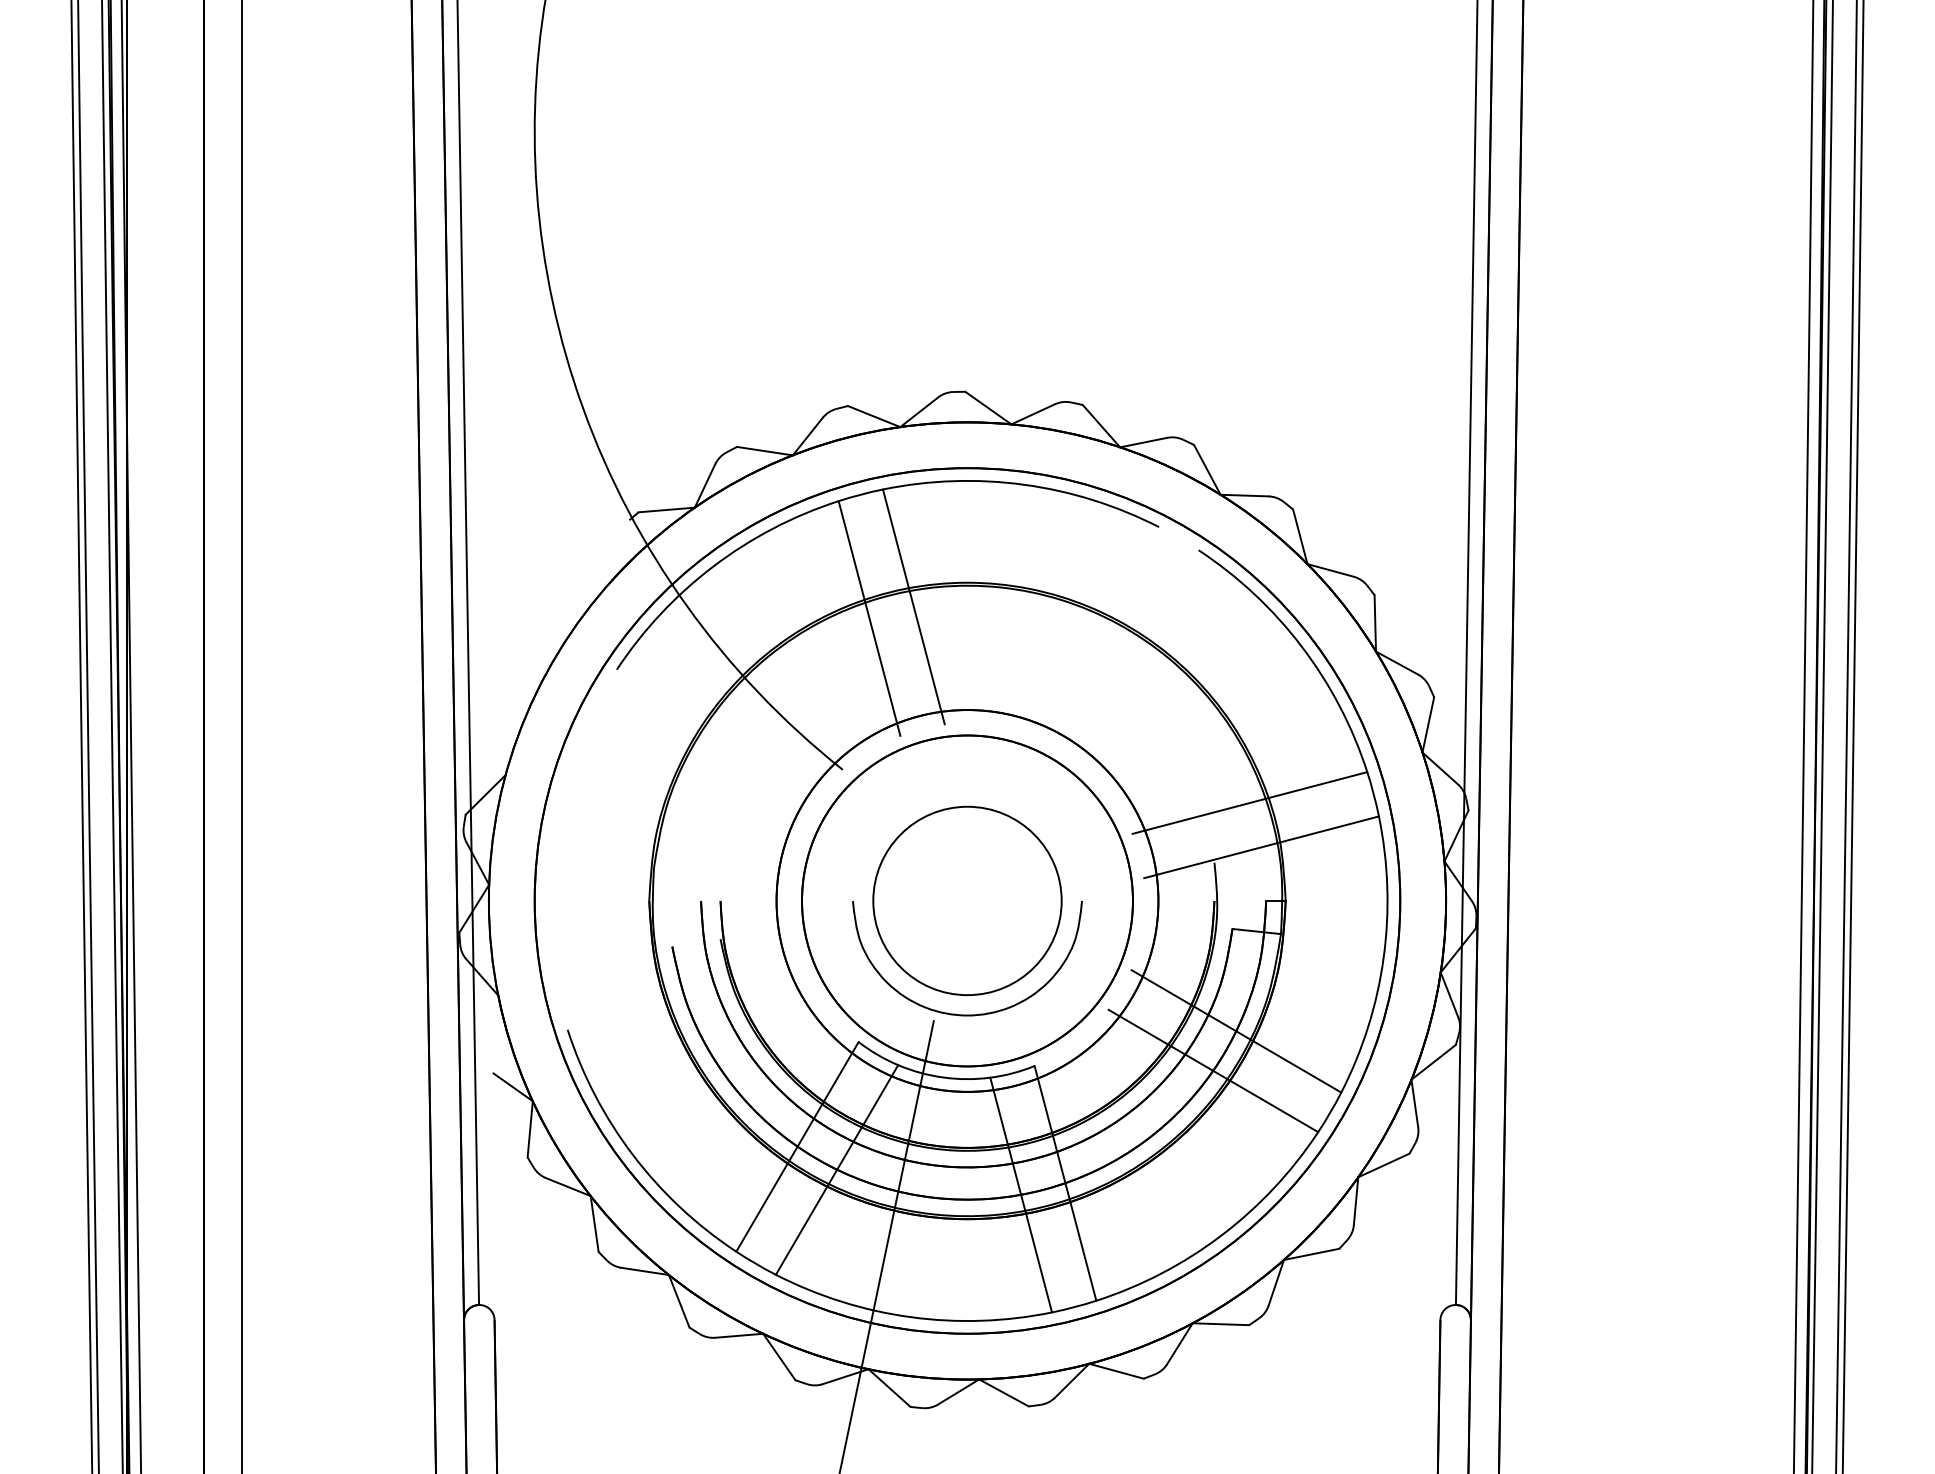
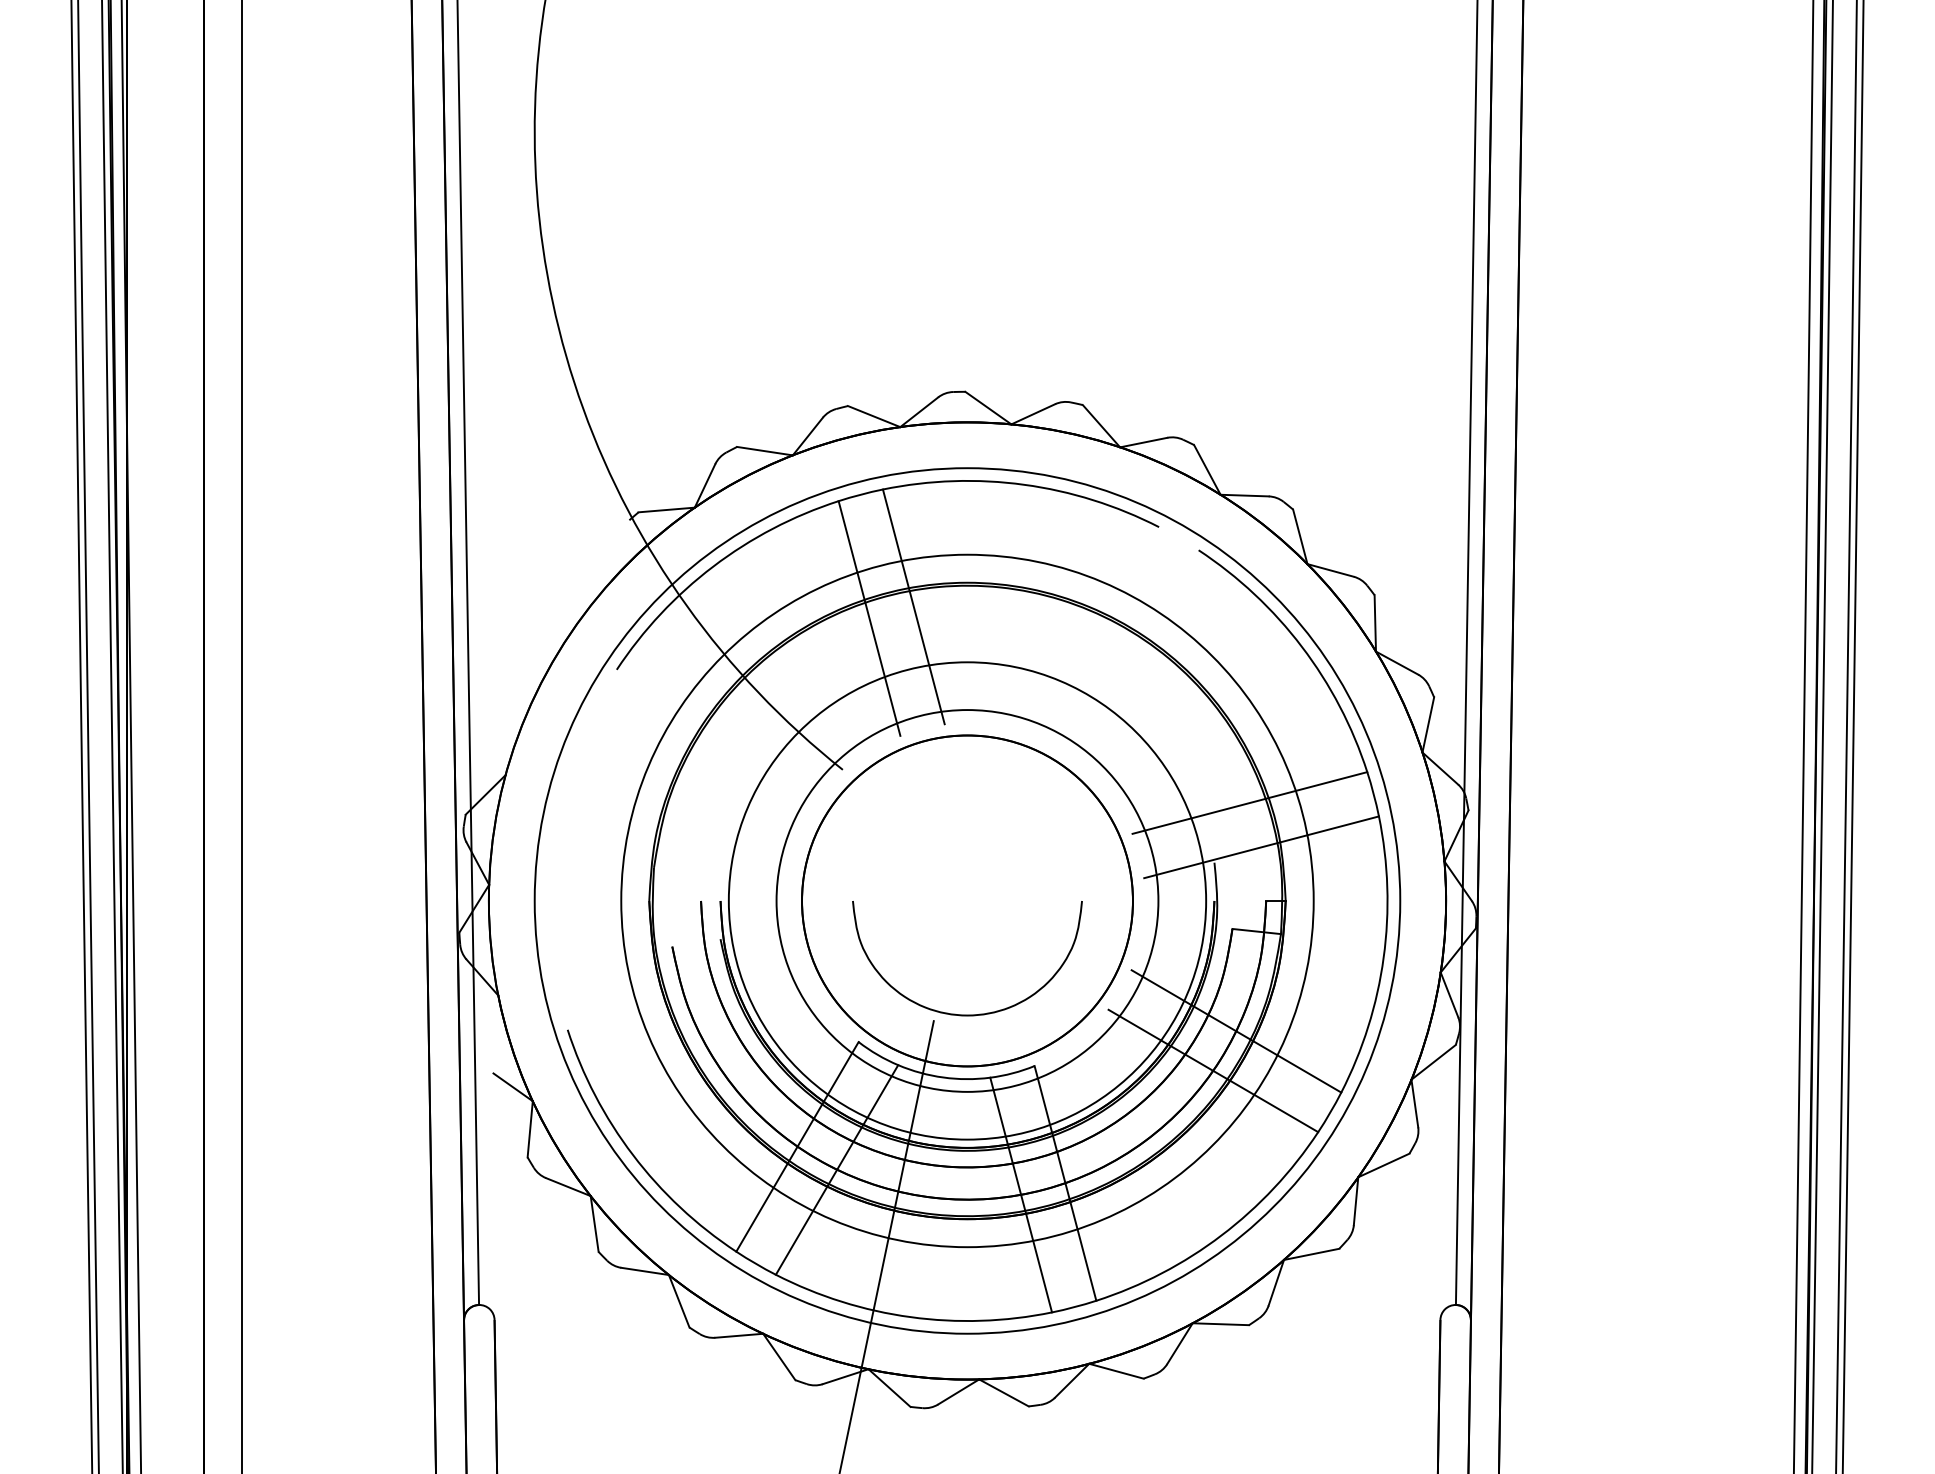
circle at (967, 900) diameter: 382 px -> 477 px
circle at (967, 900) diameter: 866 px -> 692 px
circle at (967, 900): present -> none
